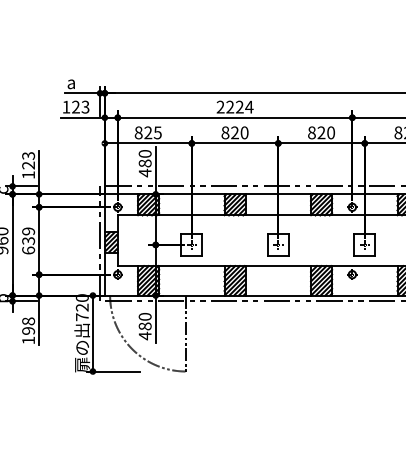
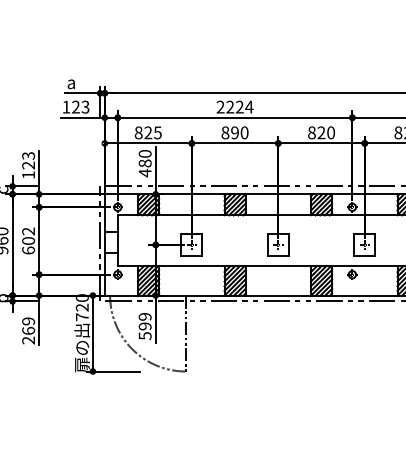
text at (234, 133): 820 -> 890
text at (28, 235): 639 -> 602
hatch at (110, 241): present -> none
text at (144, 326): 480 -> 599
text at (28, 330): 198 -> 269
